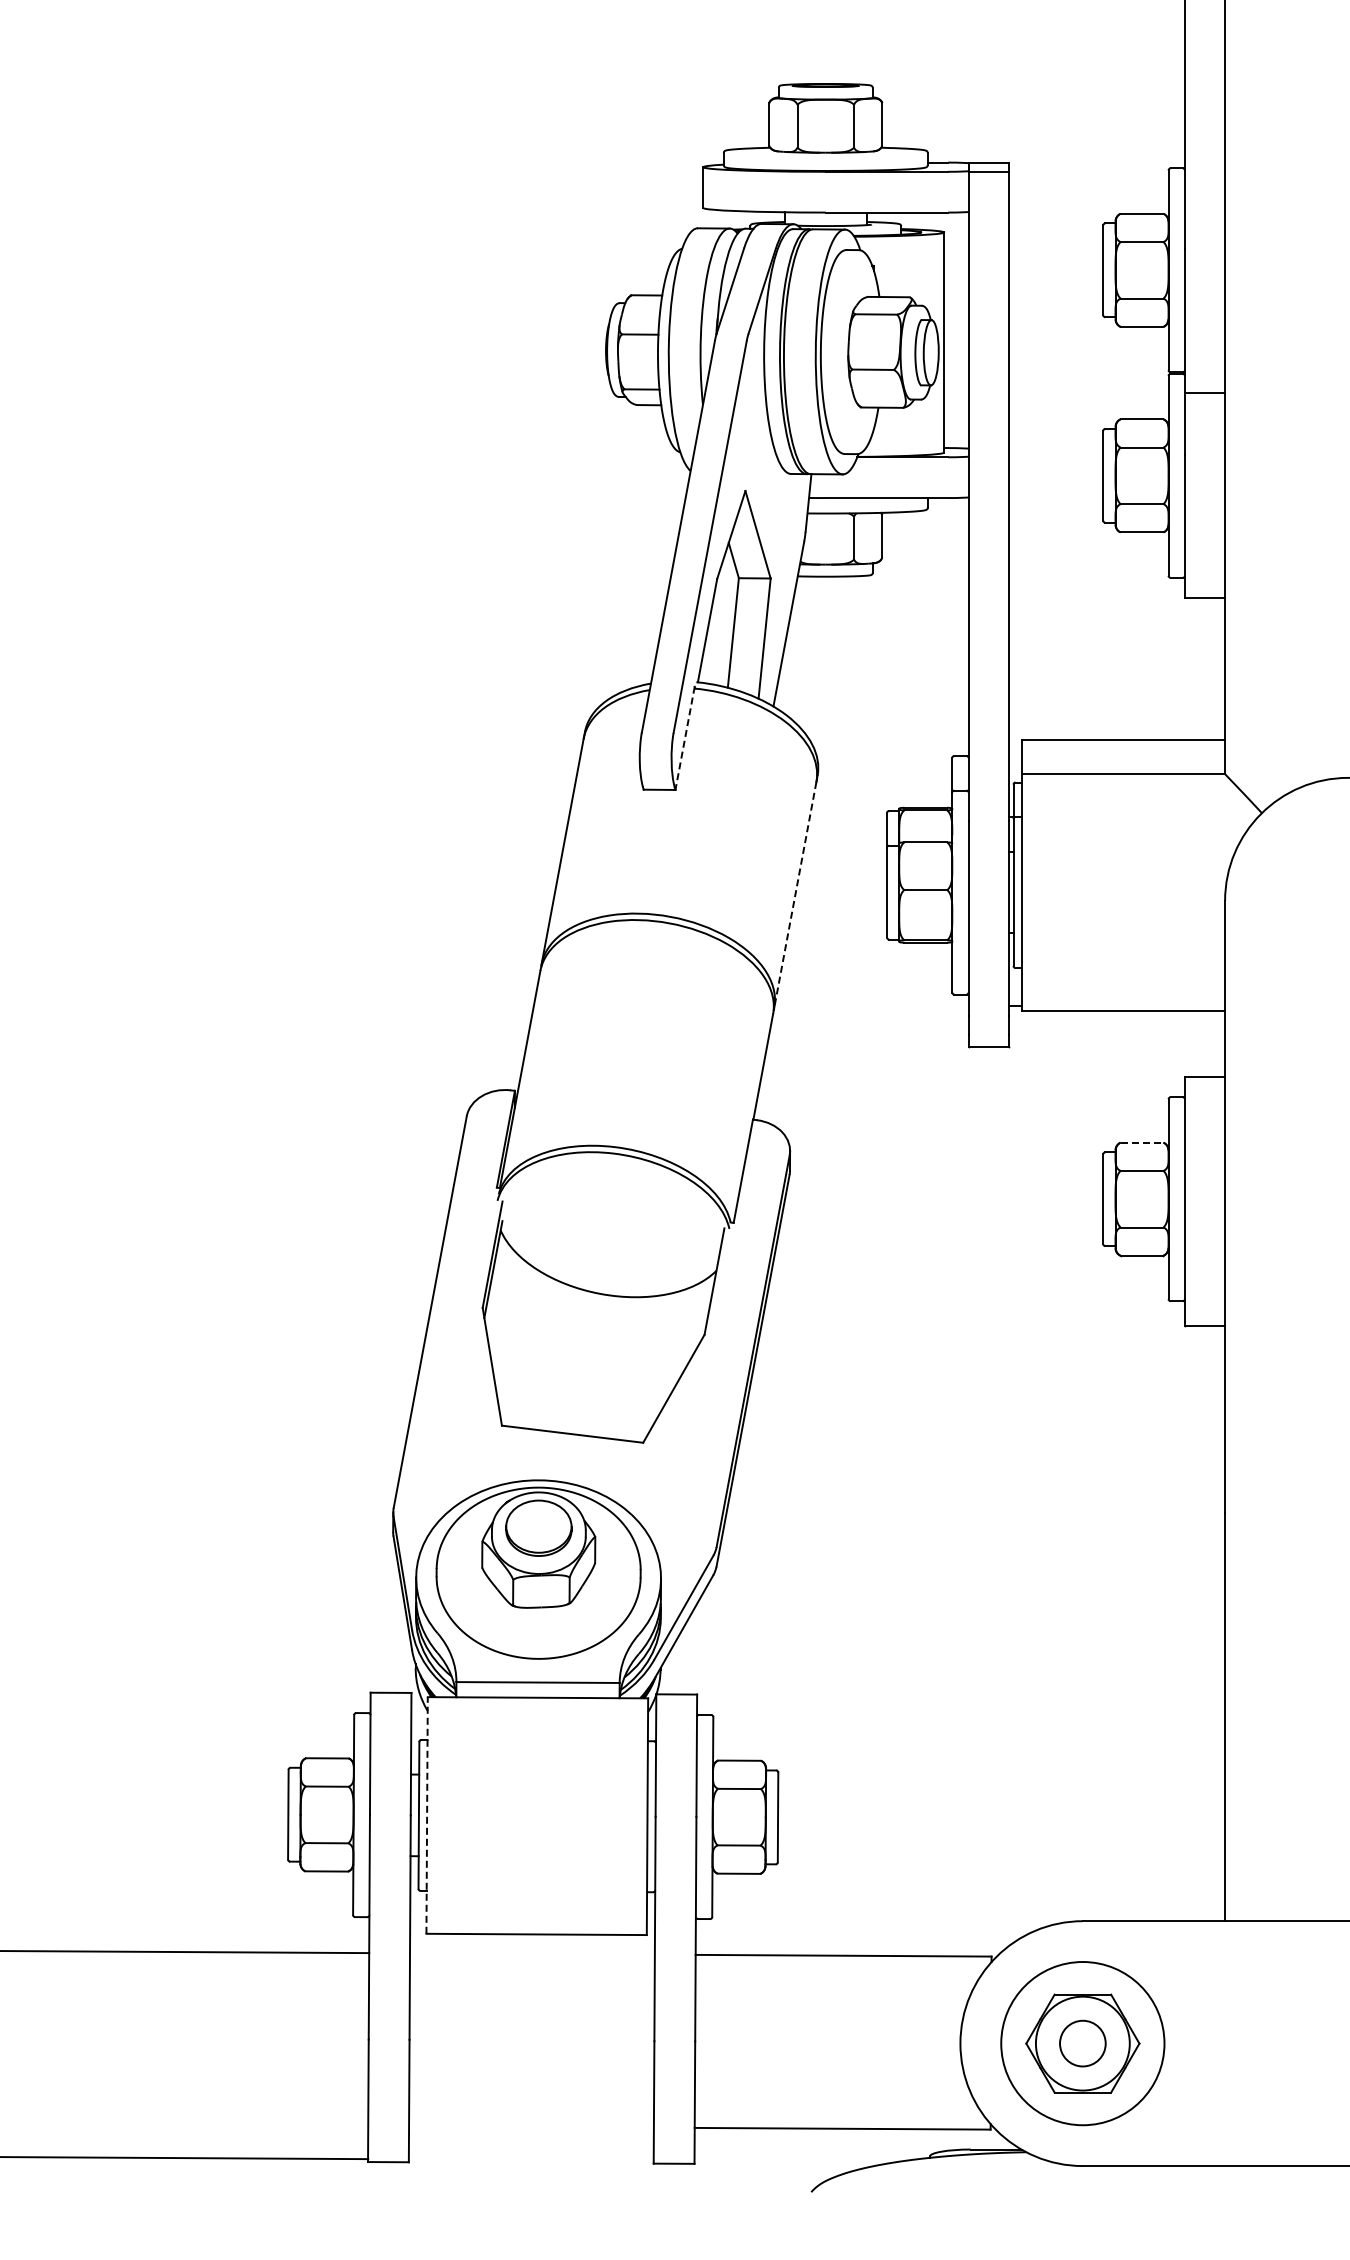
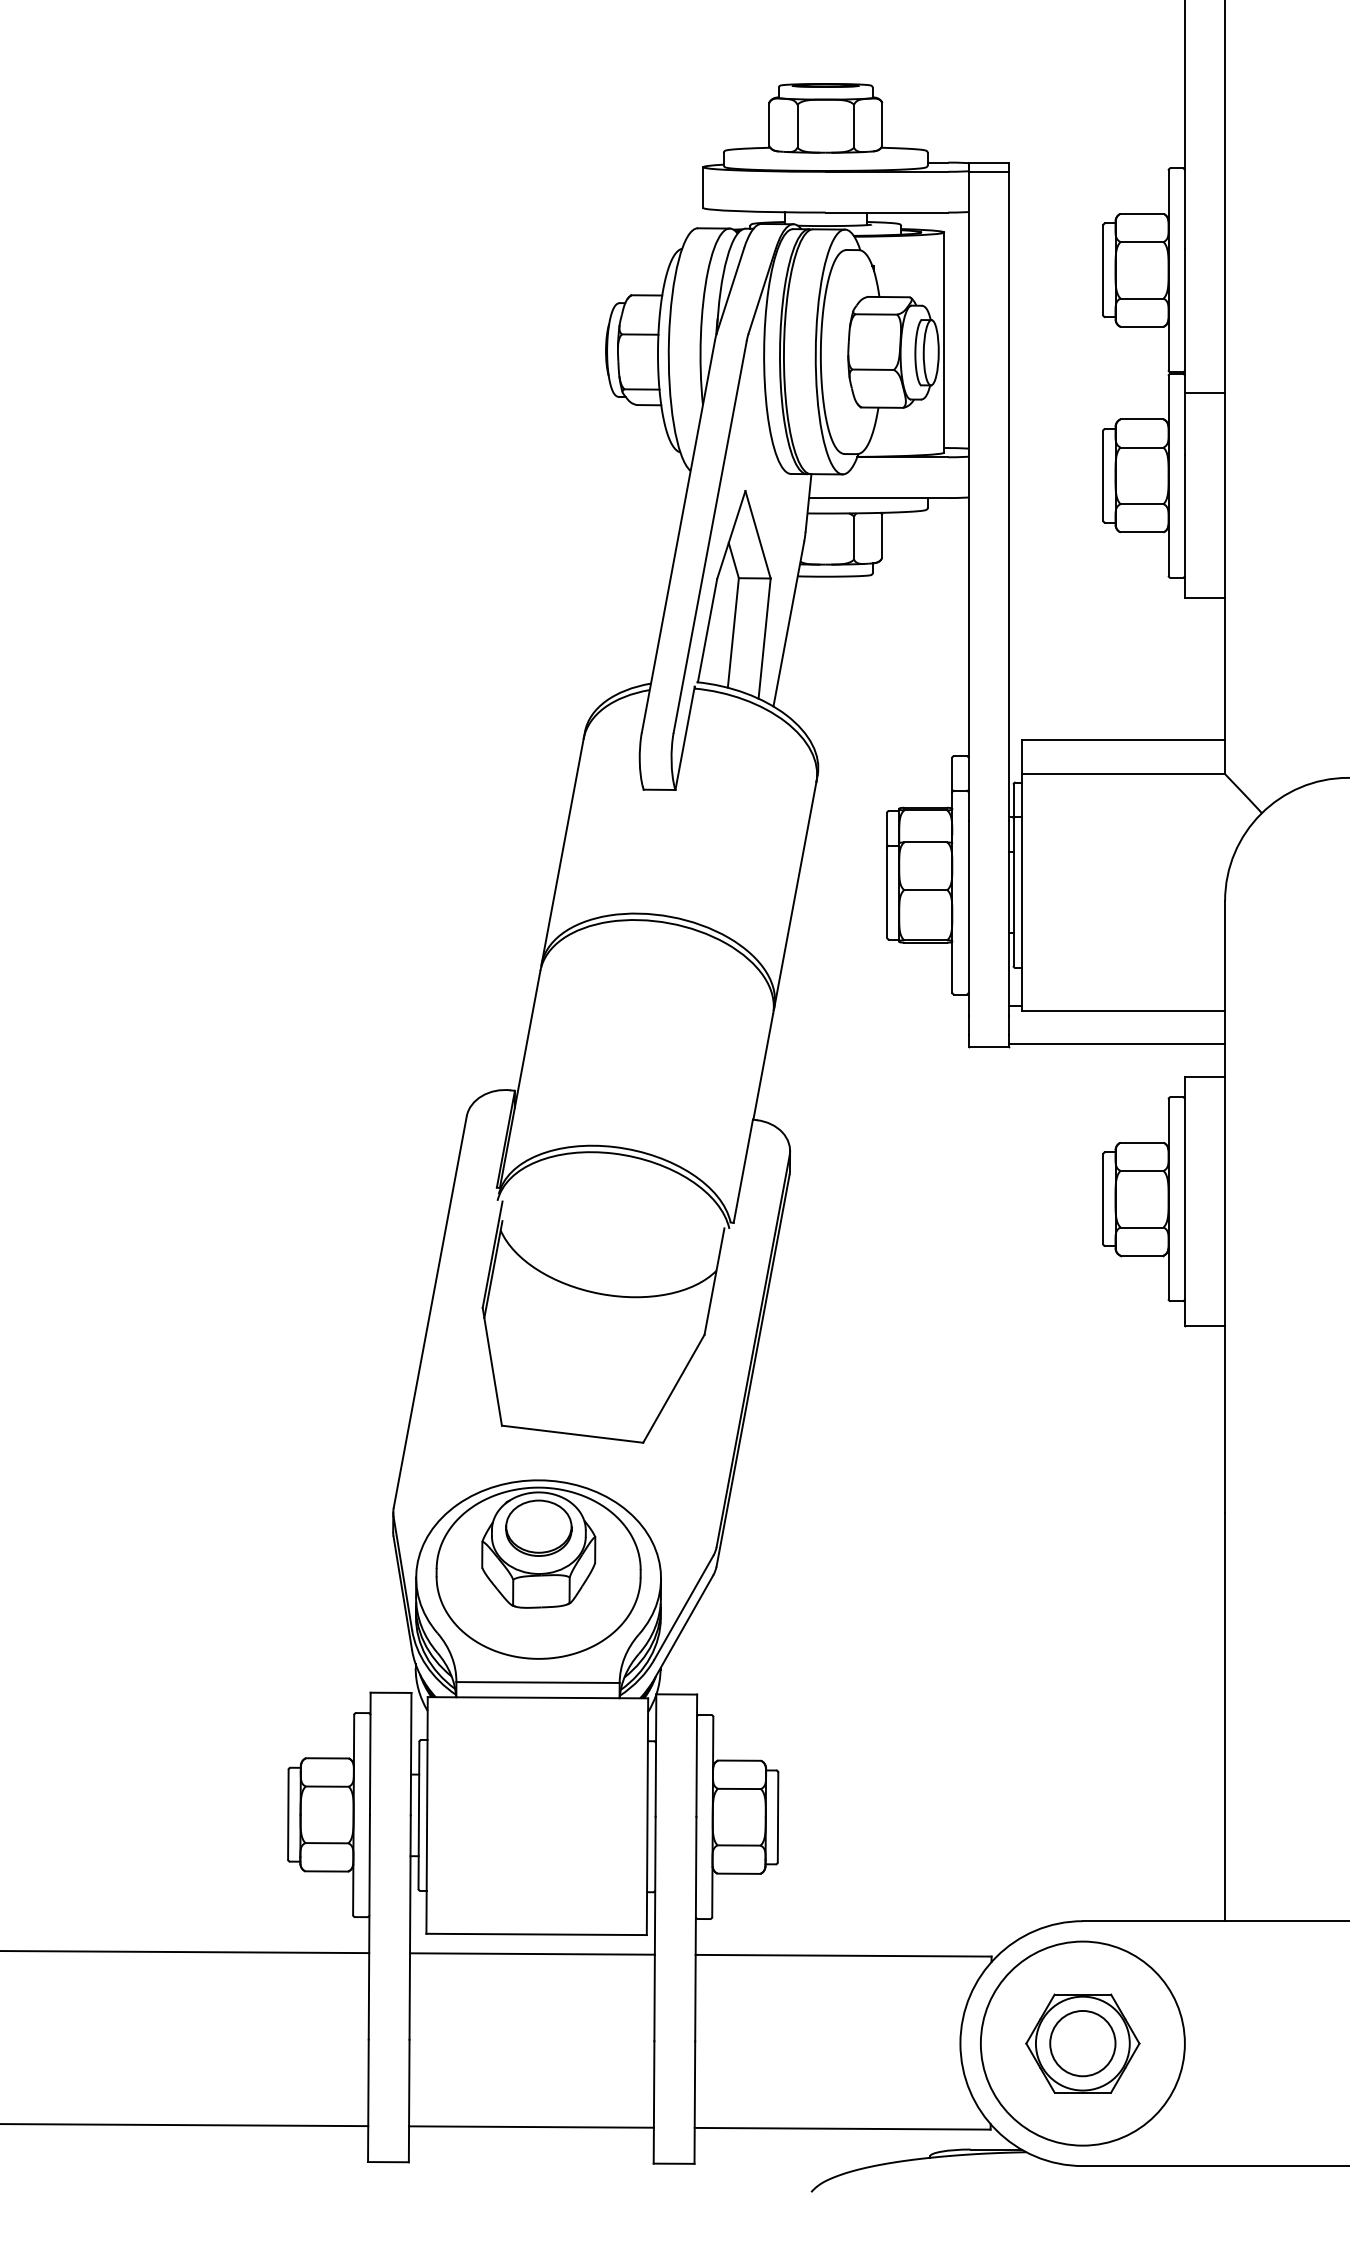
line at (685, 738): dashed -> solid
line at (795, 894): dashed -> solid
line at (1117, 1043): none -> present
line at (1142, 1142): dashed -> solid
line at (427, 1814): dashed -> solid
line at (532, 1953): none -> present
circle at (1082, 2043) diameter: 163 px -> 204 px
circle at (1082, 2043) diameter: 46 px -> 65 px
line at (531, 2126): none -> present
line at (185, 2158) position: (185, 2158) -> (185, 2125)
